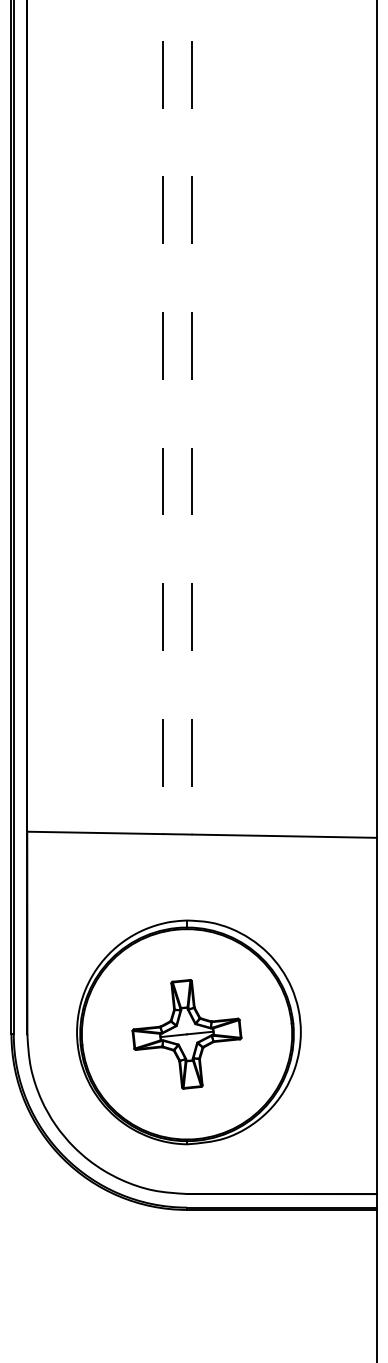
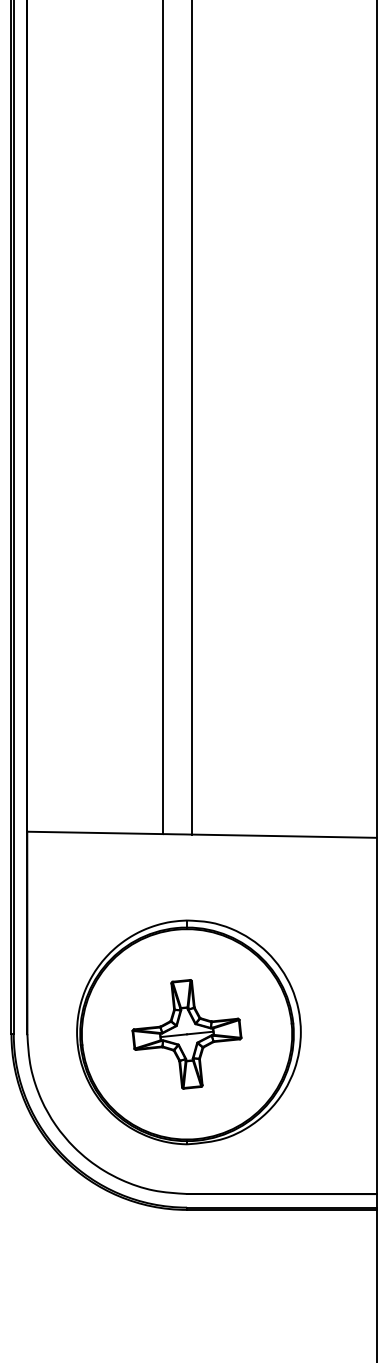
line at (162, 417): dashed -> solid
line at (192, 417): dashed -> solid
